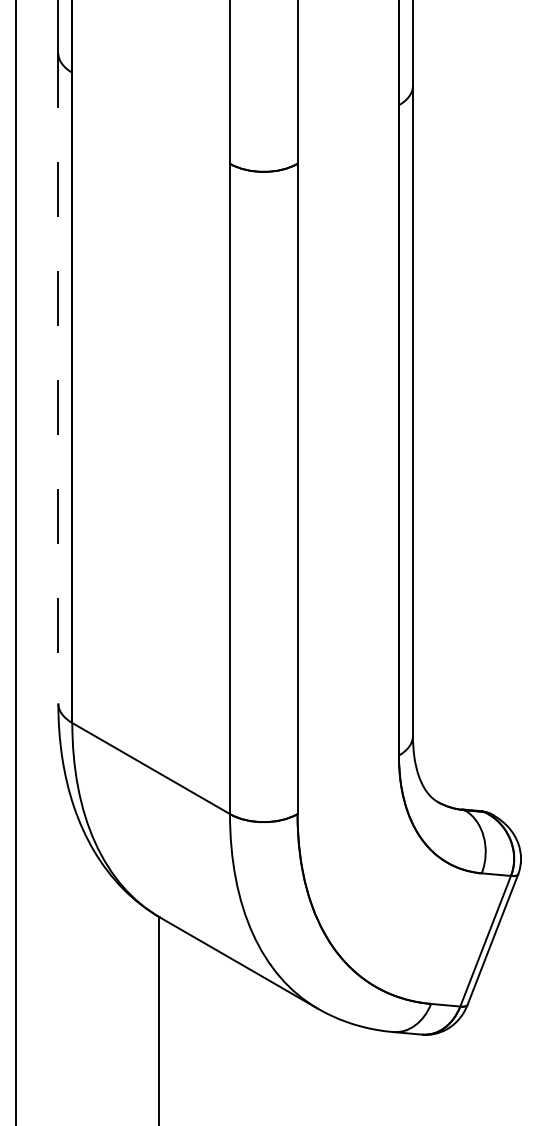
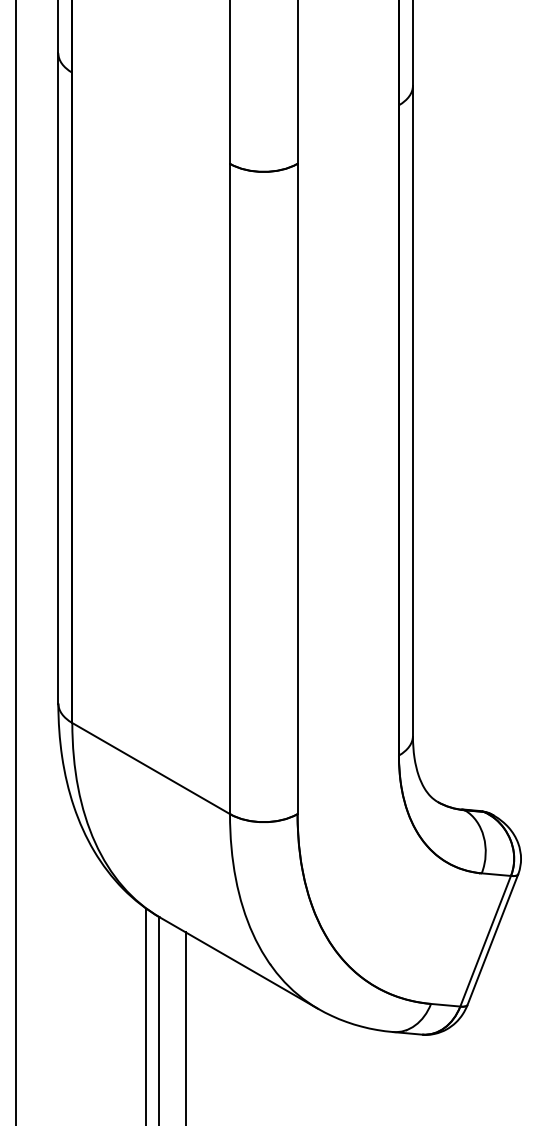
line at (58, 378): dashed -> solid
line at (146, 1015): none -> present
line at (185, 1027): none -> present
